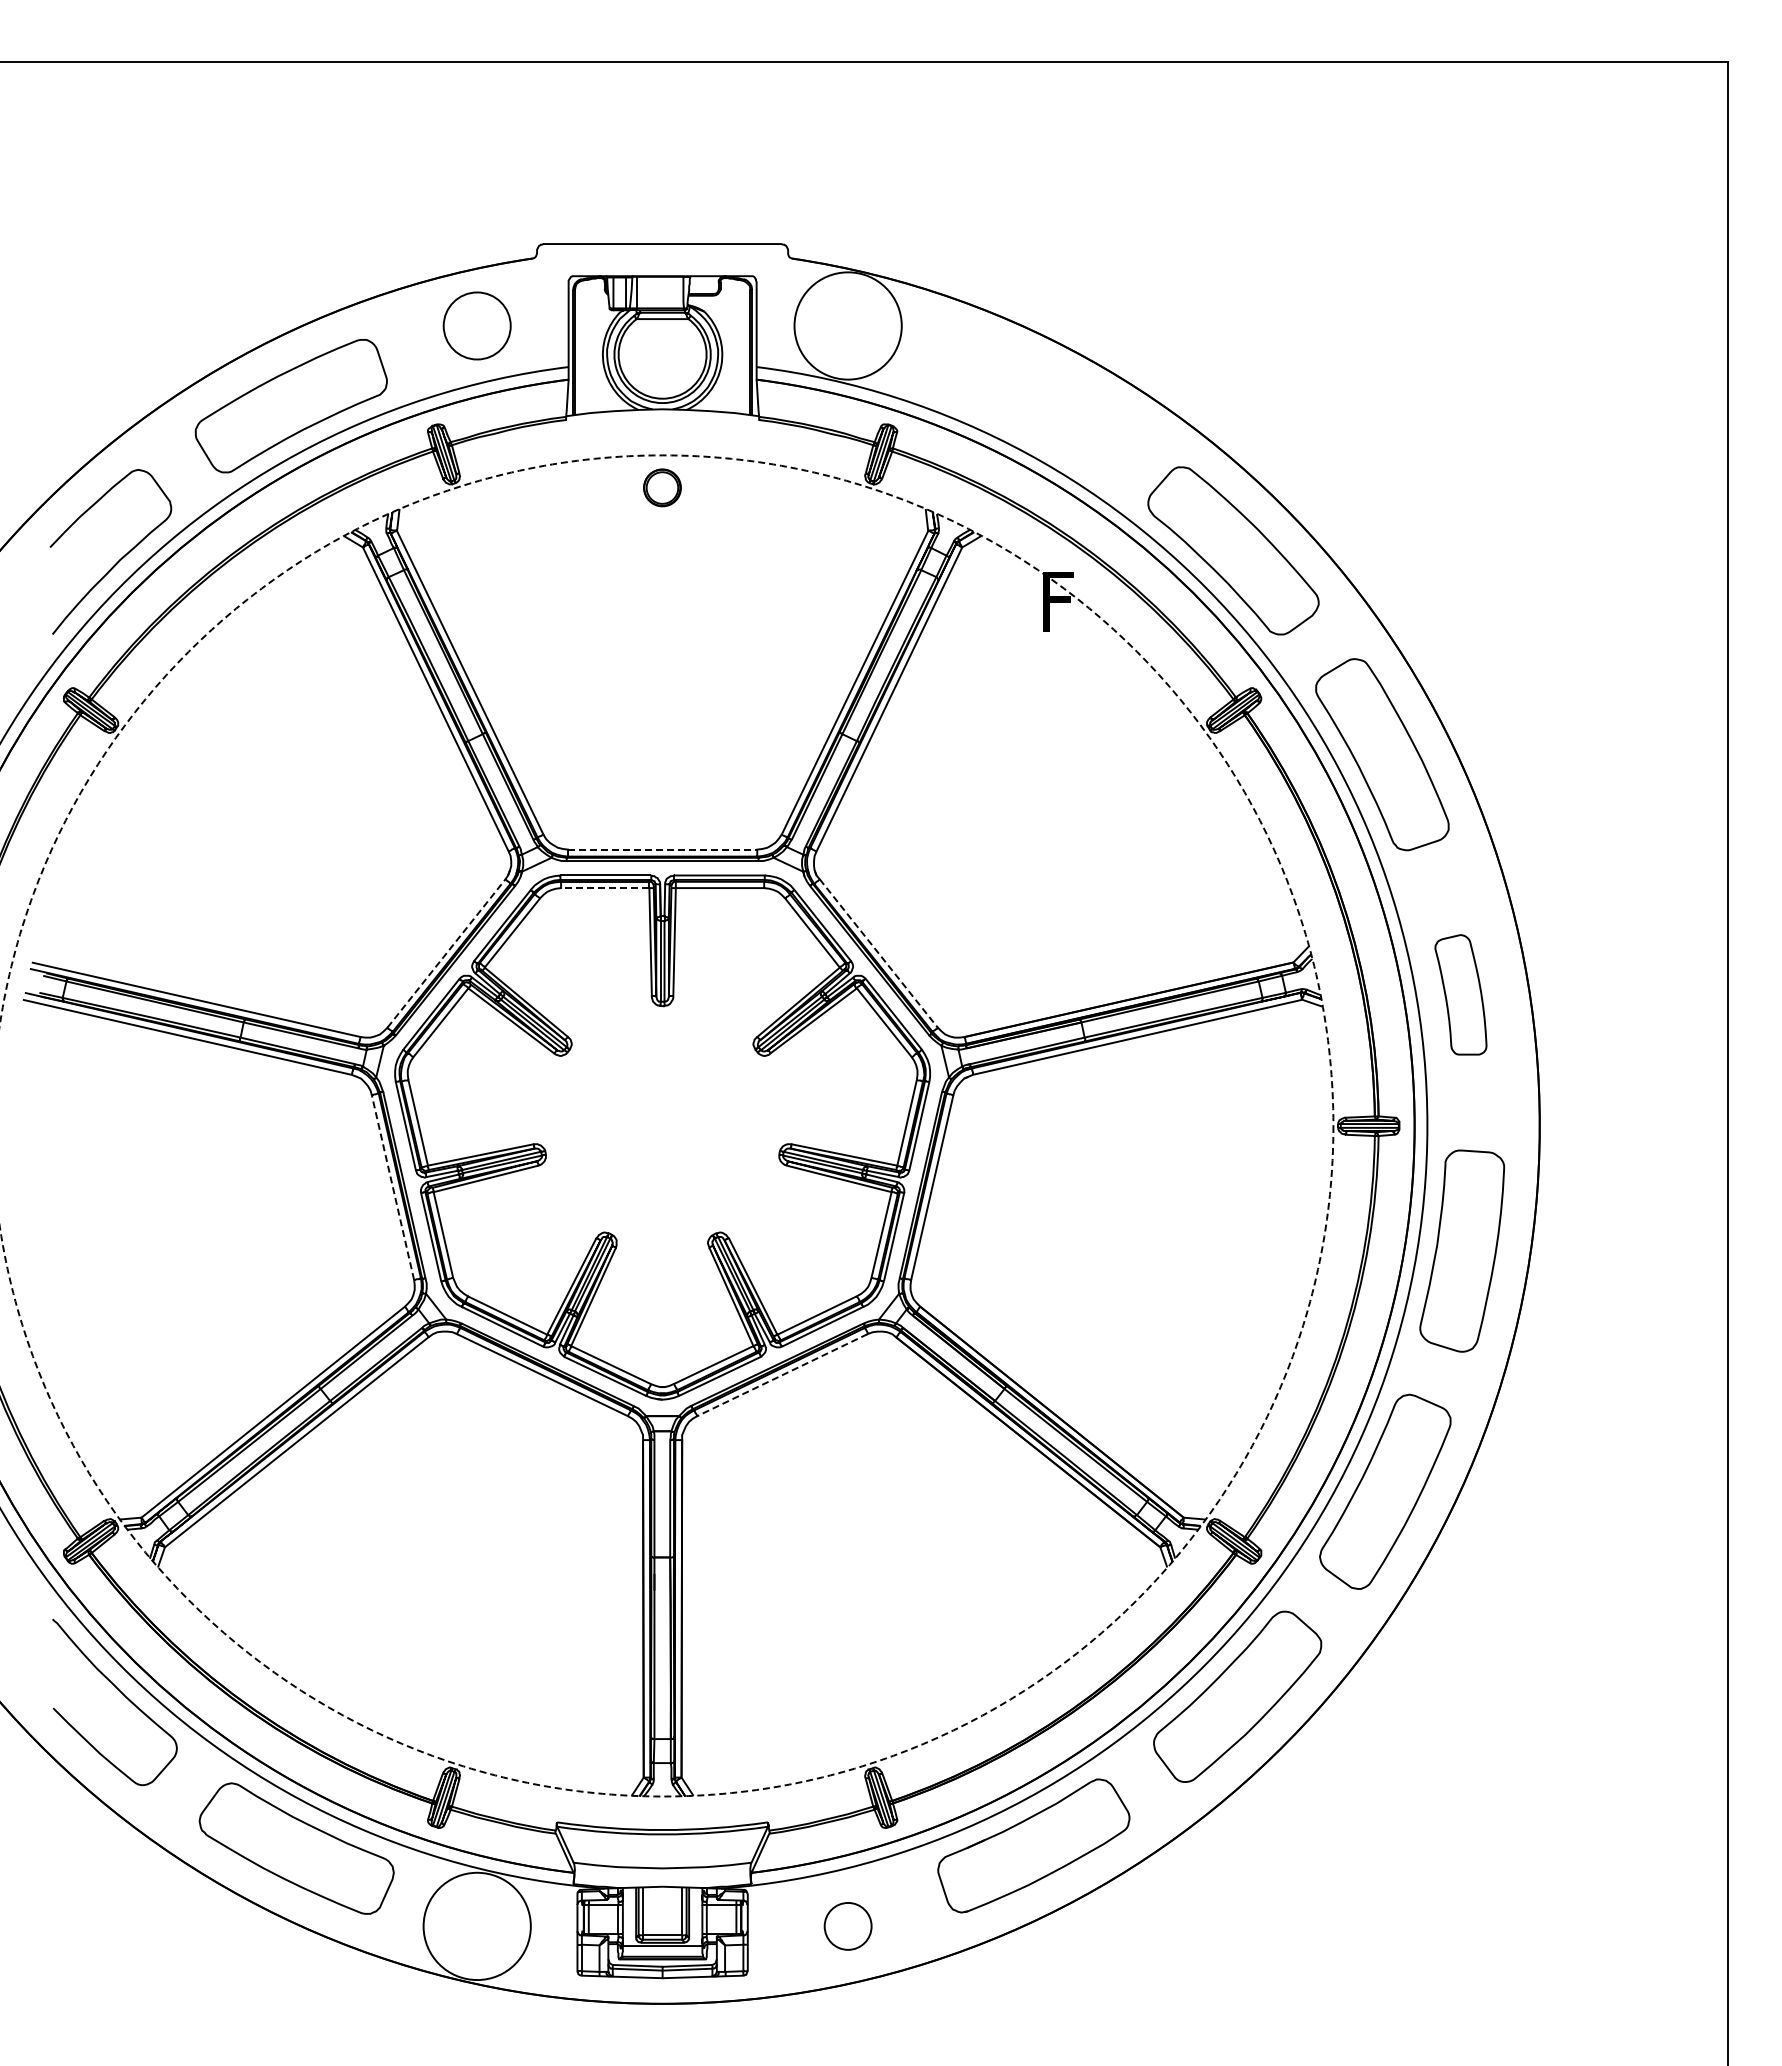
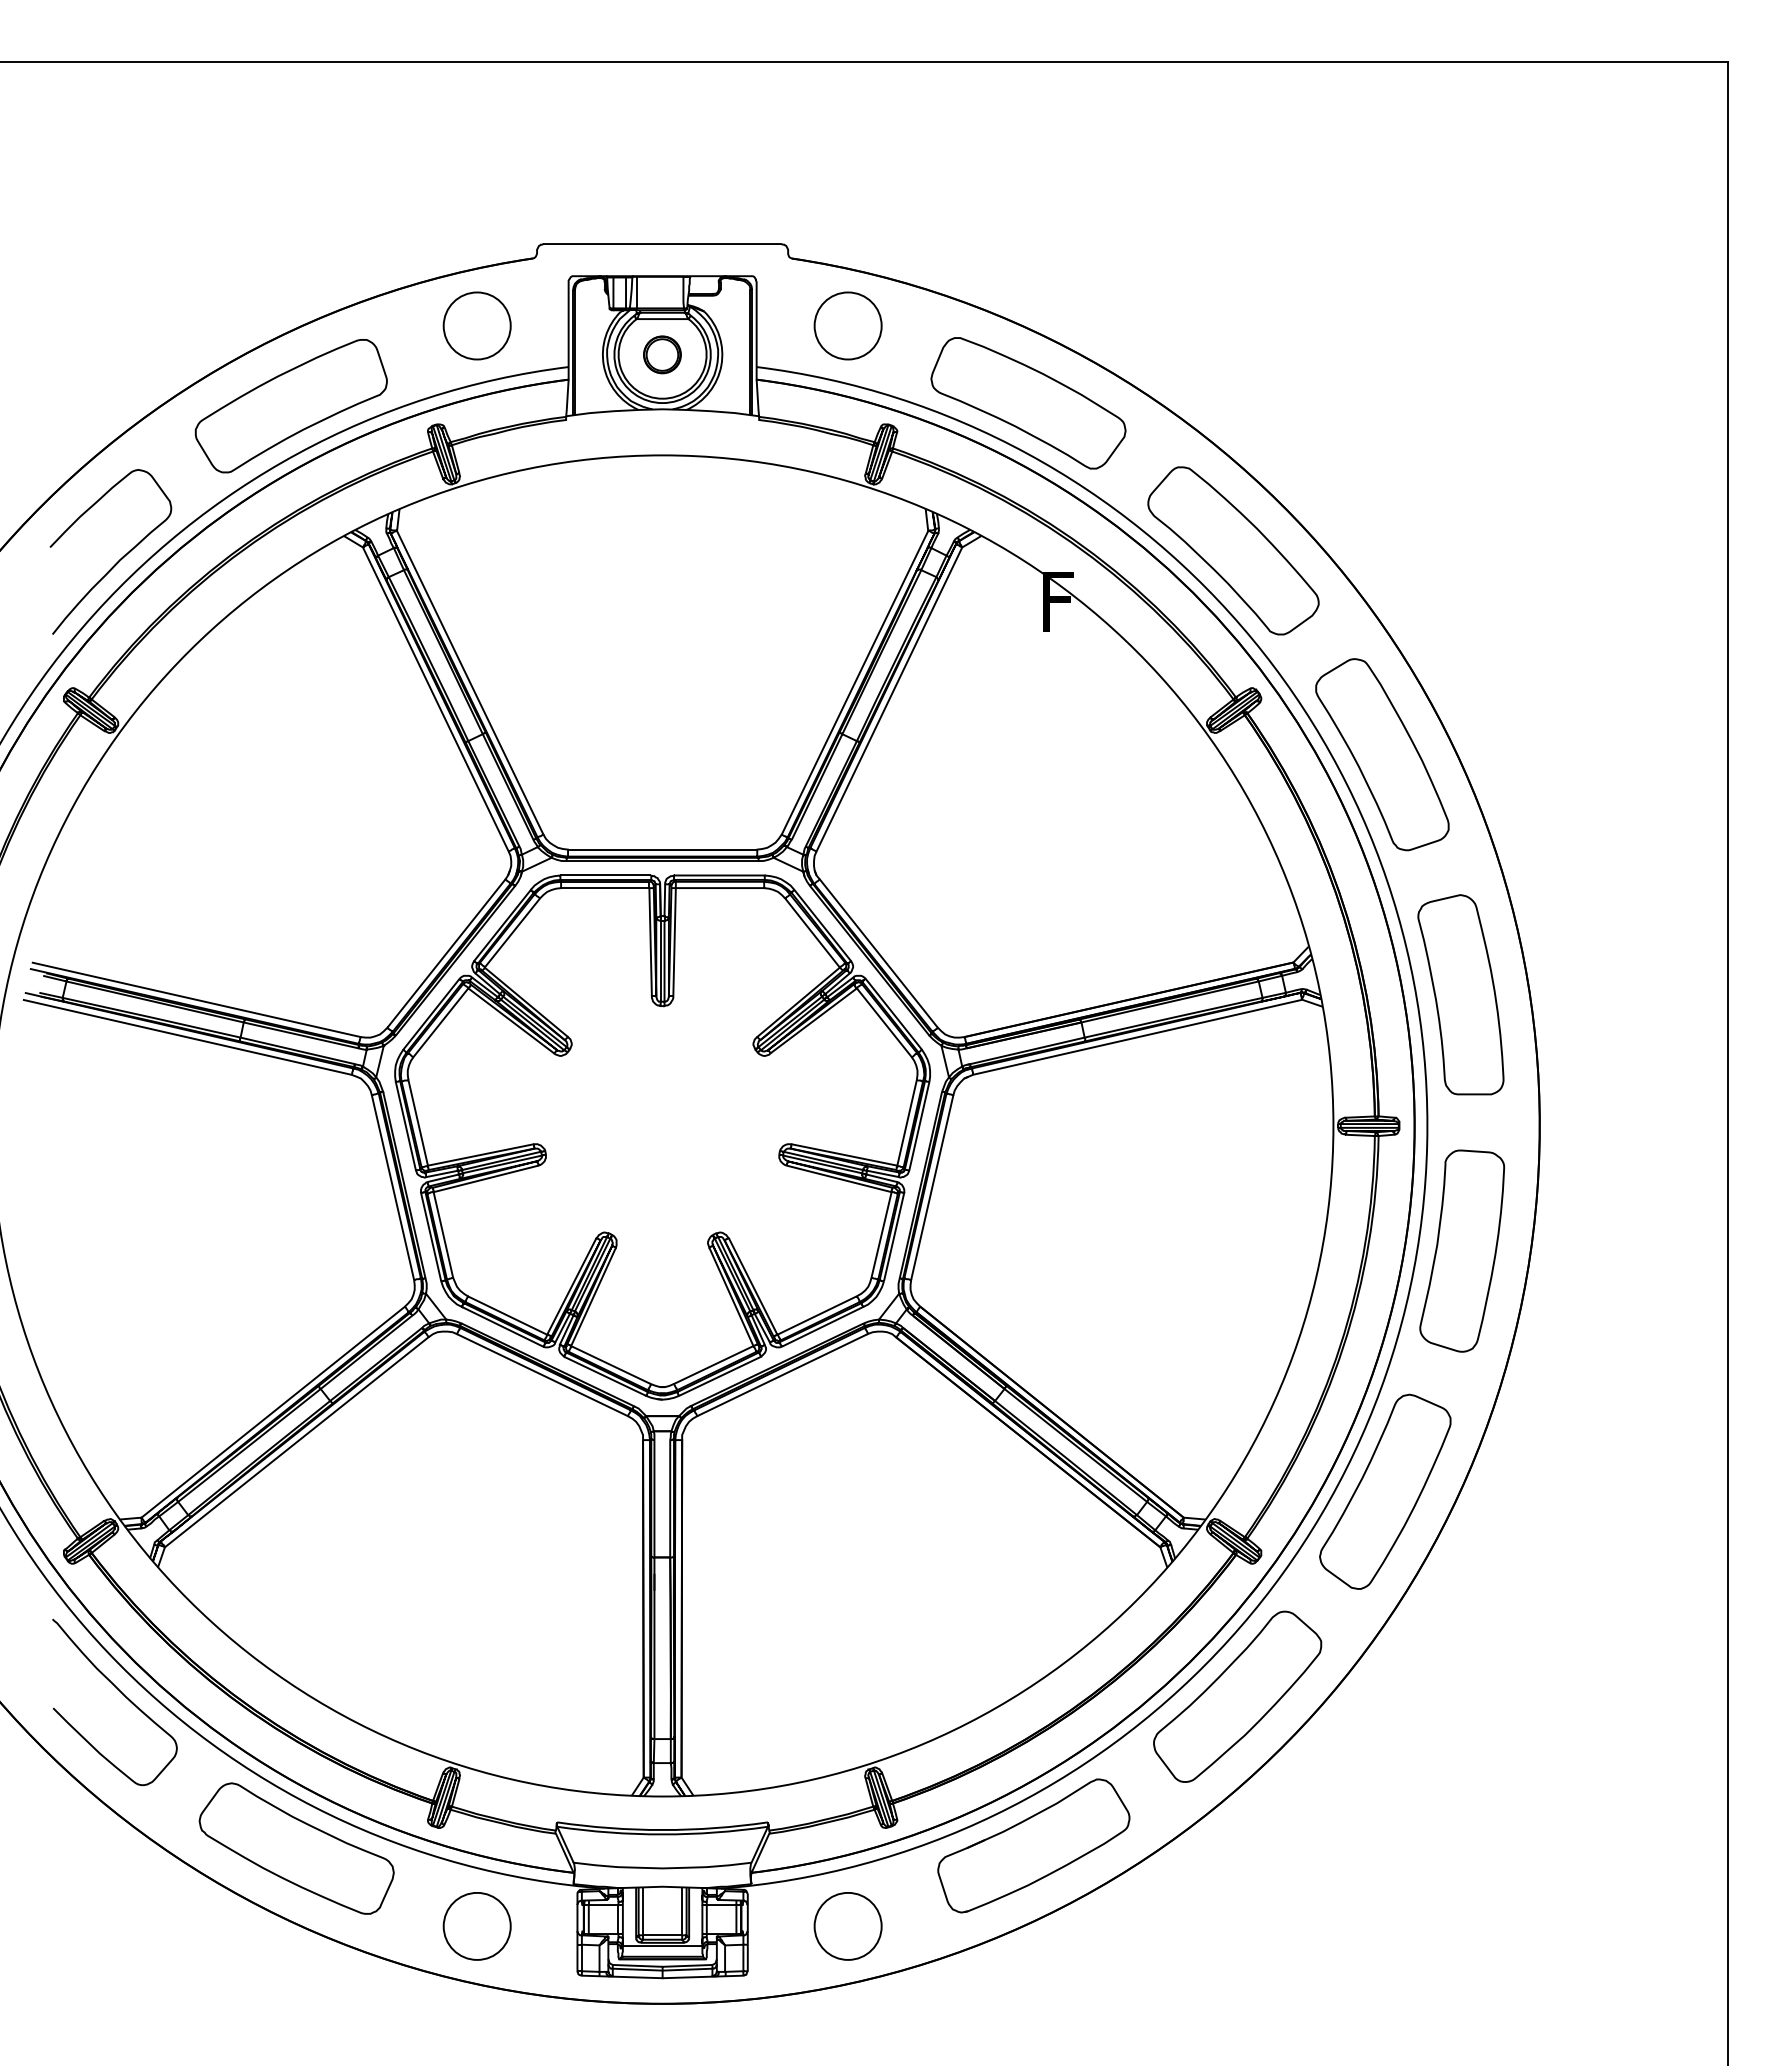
circle at (847, 325) diameter: 107 px -> 67 px
part at (1028, 403): none -> present
part at (662, 487) position: (662, 487) -> (662, 354)
line at (662, 849): dashed -> solid
line at (604, 888): dashed -> solid
line at (446, 953): dashed -> solid
line at (878, 953): dashed -> solid
part at (1460, 994) size: 54x122 px -> 88x202 px
circle at (666, 1125): dashed -> solid
line at (392, 1187): dashed -> solid
line at (782, 1375): dashed -> solid
circle at (847, 1925) diameter: 47 px -> 67 px
circle at (476, 1926) diameter: 107 px -> 67 px
